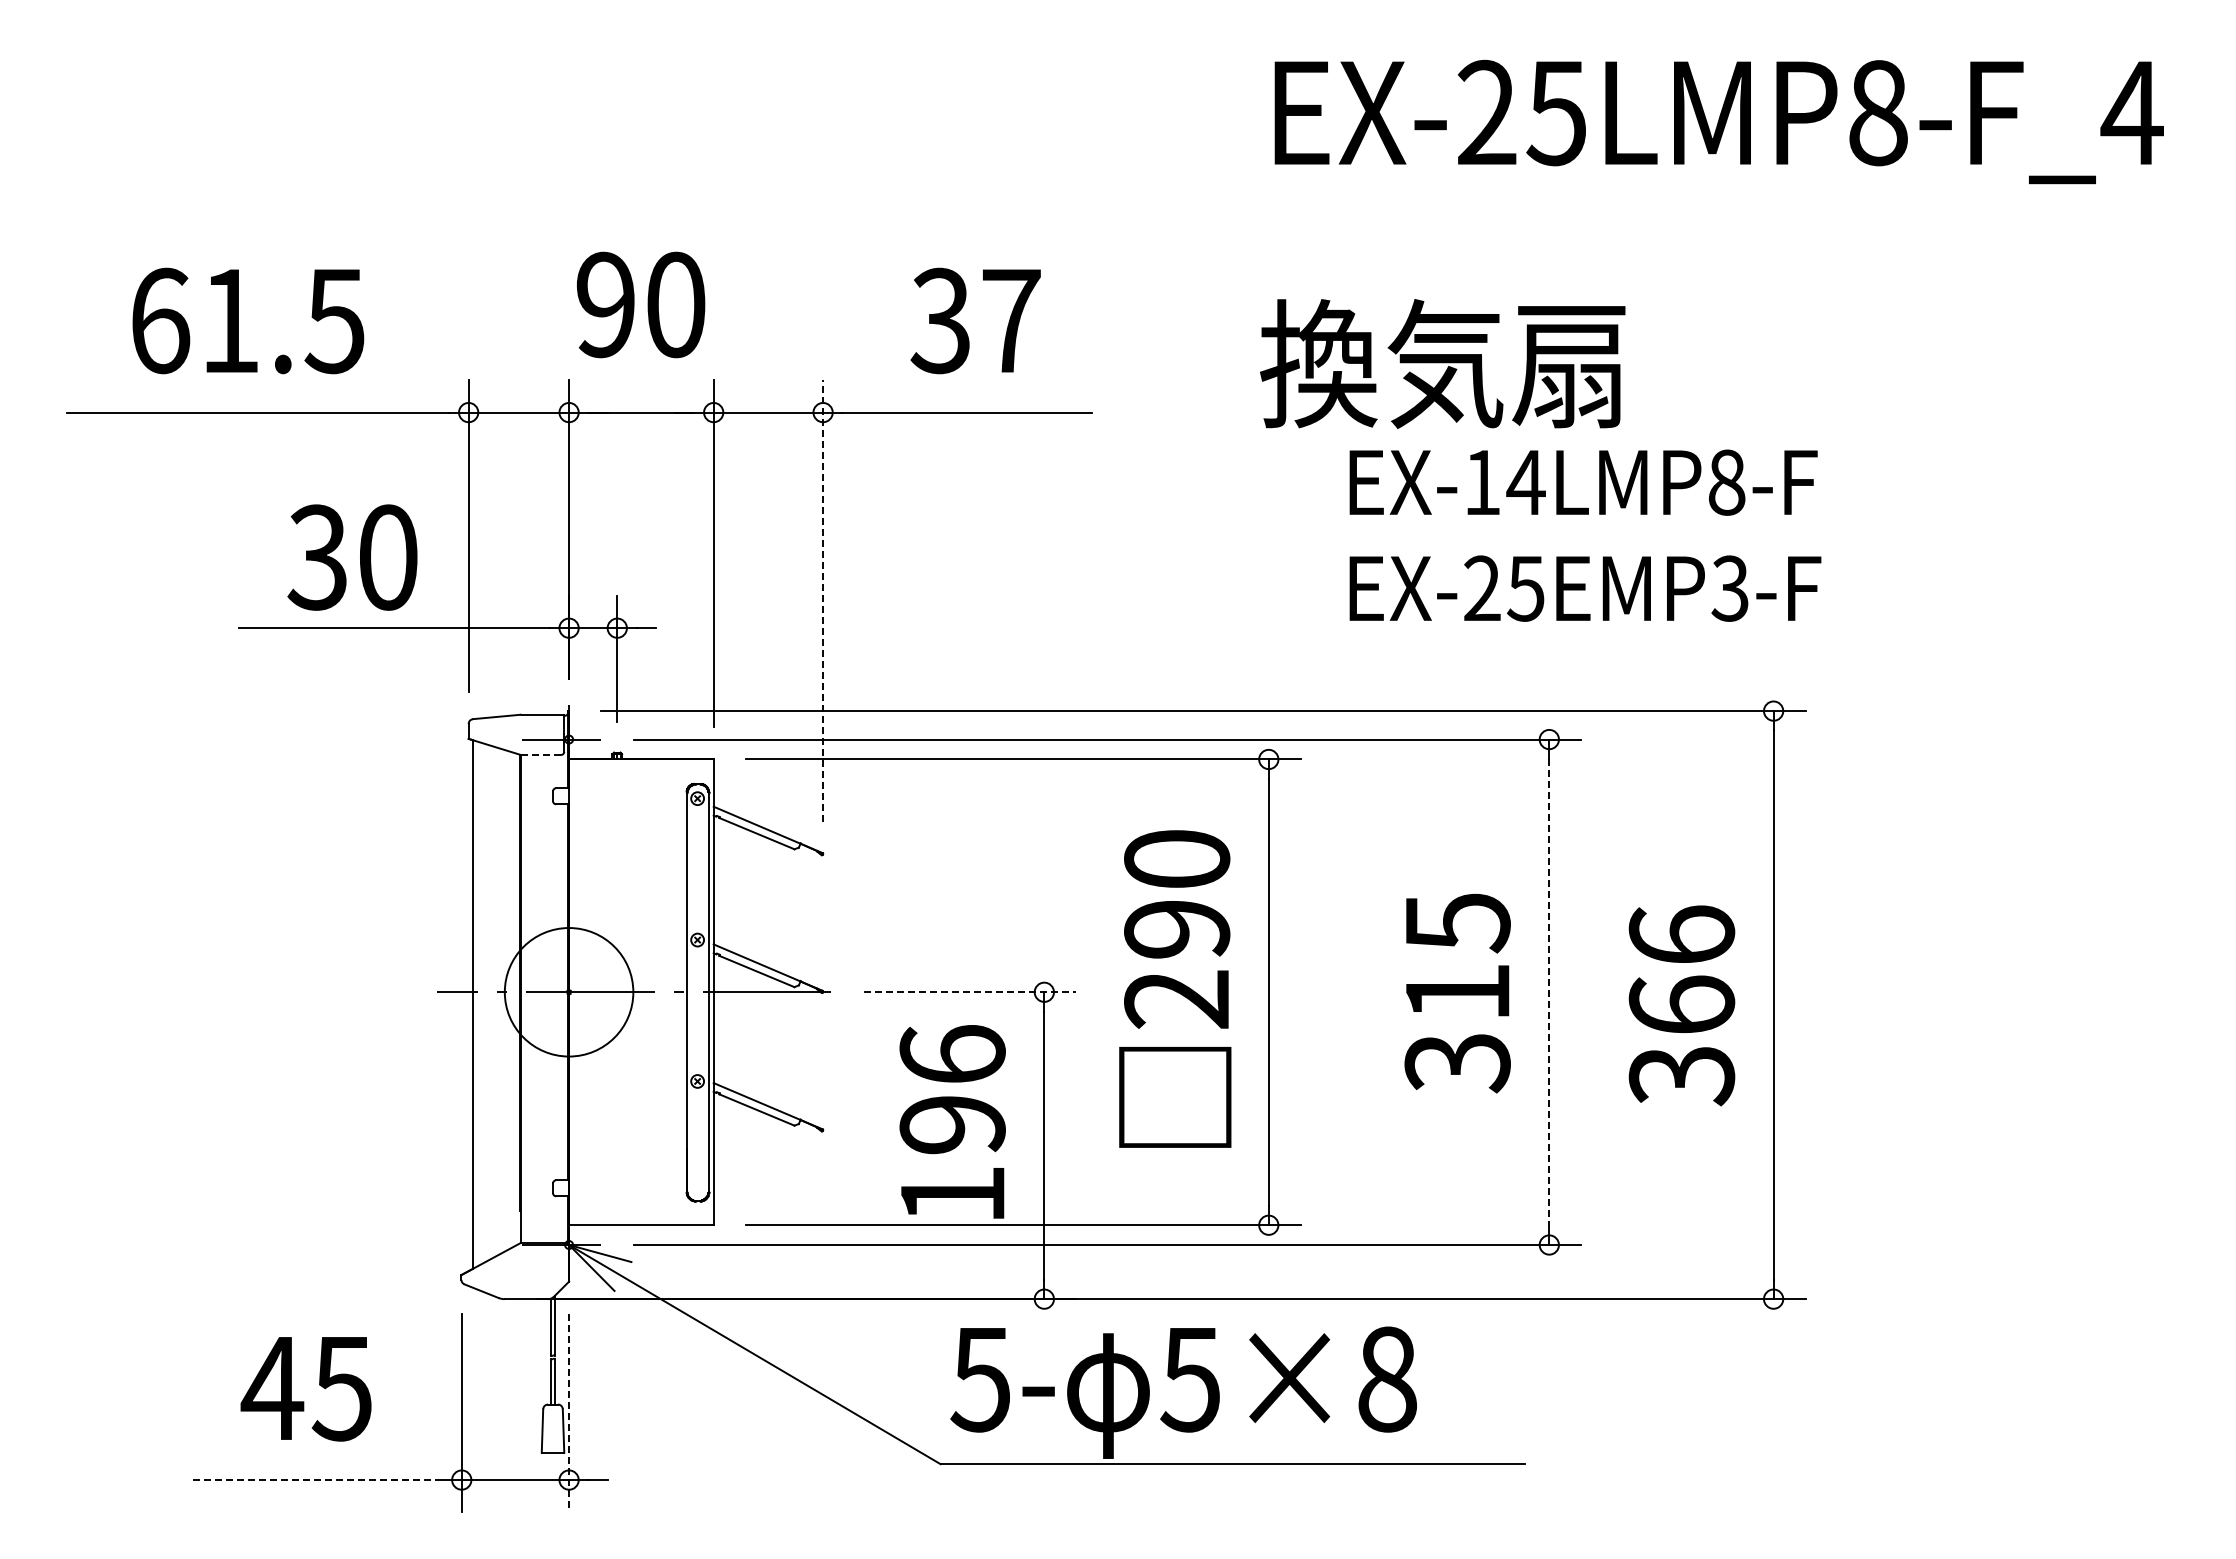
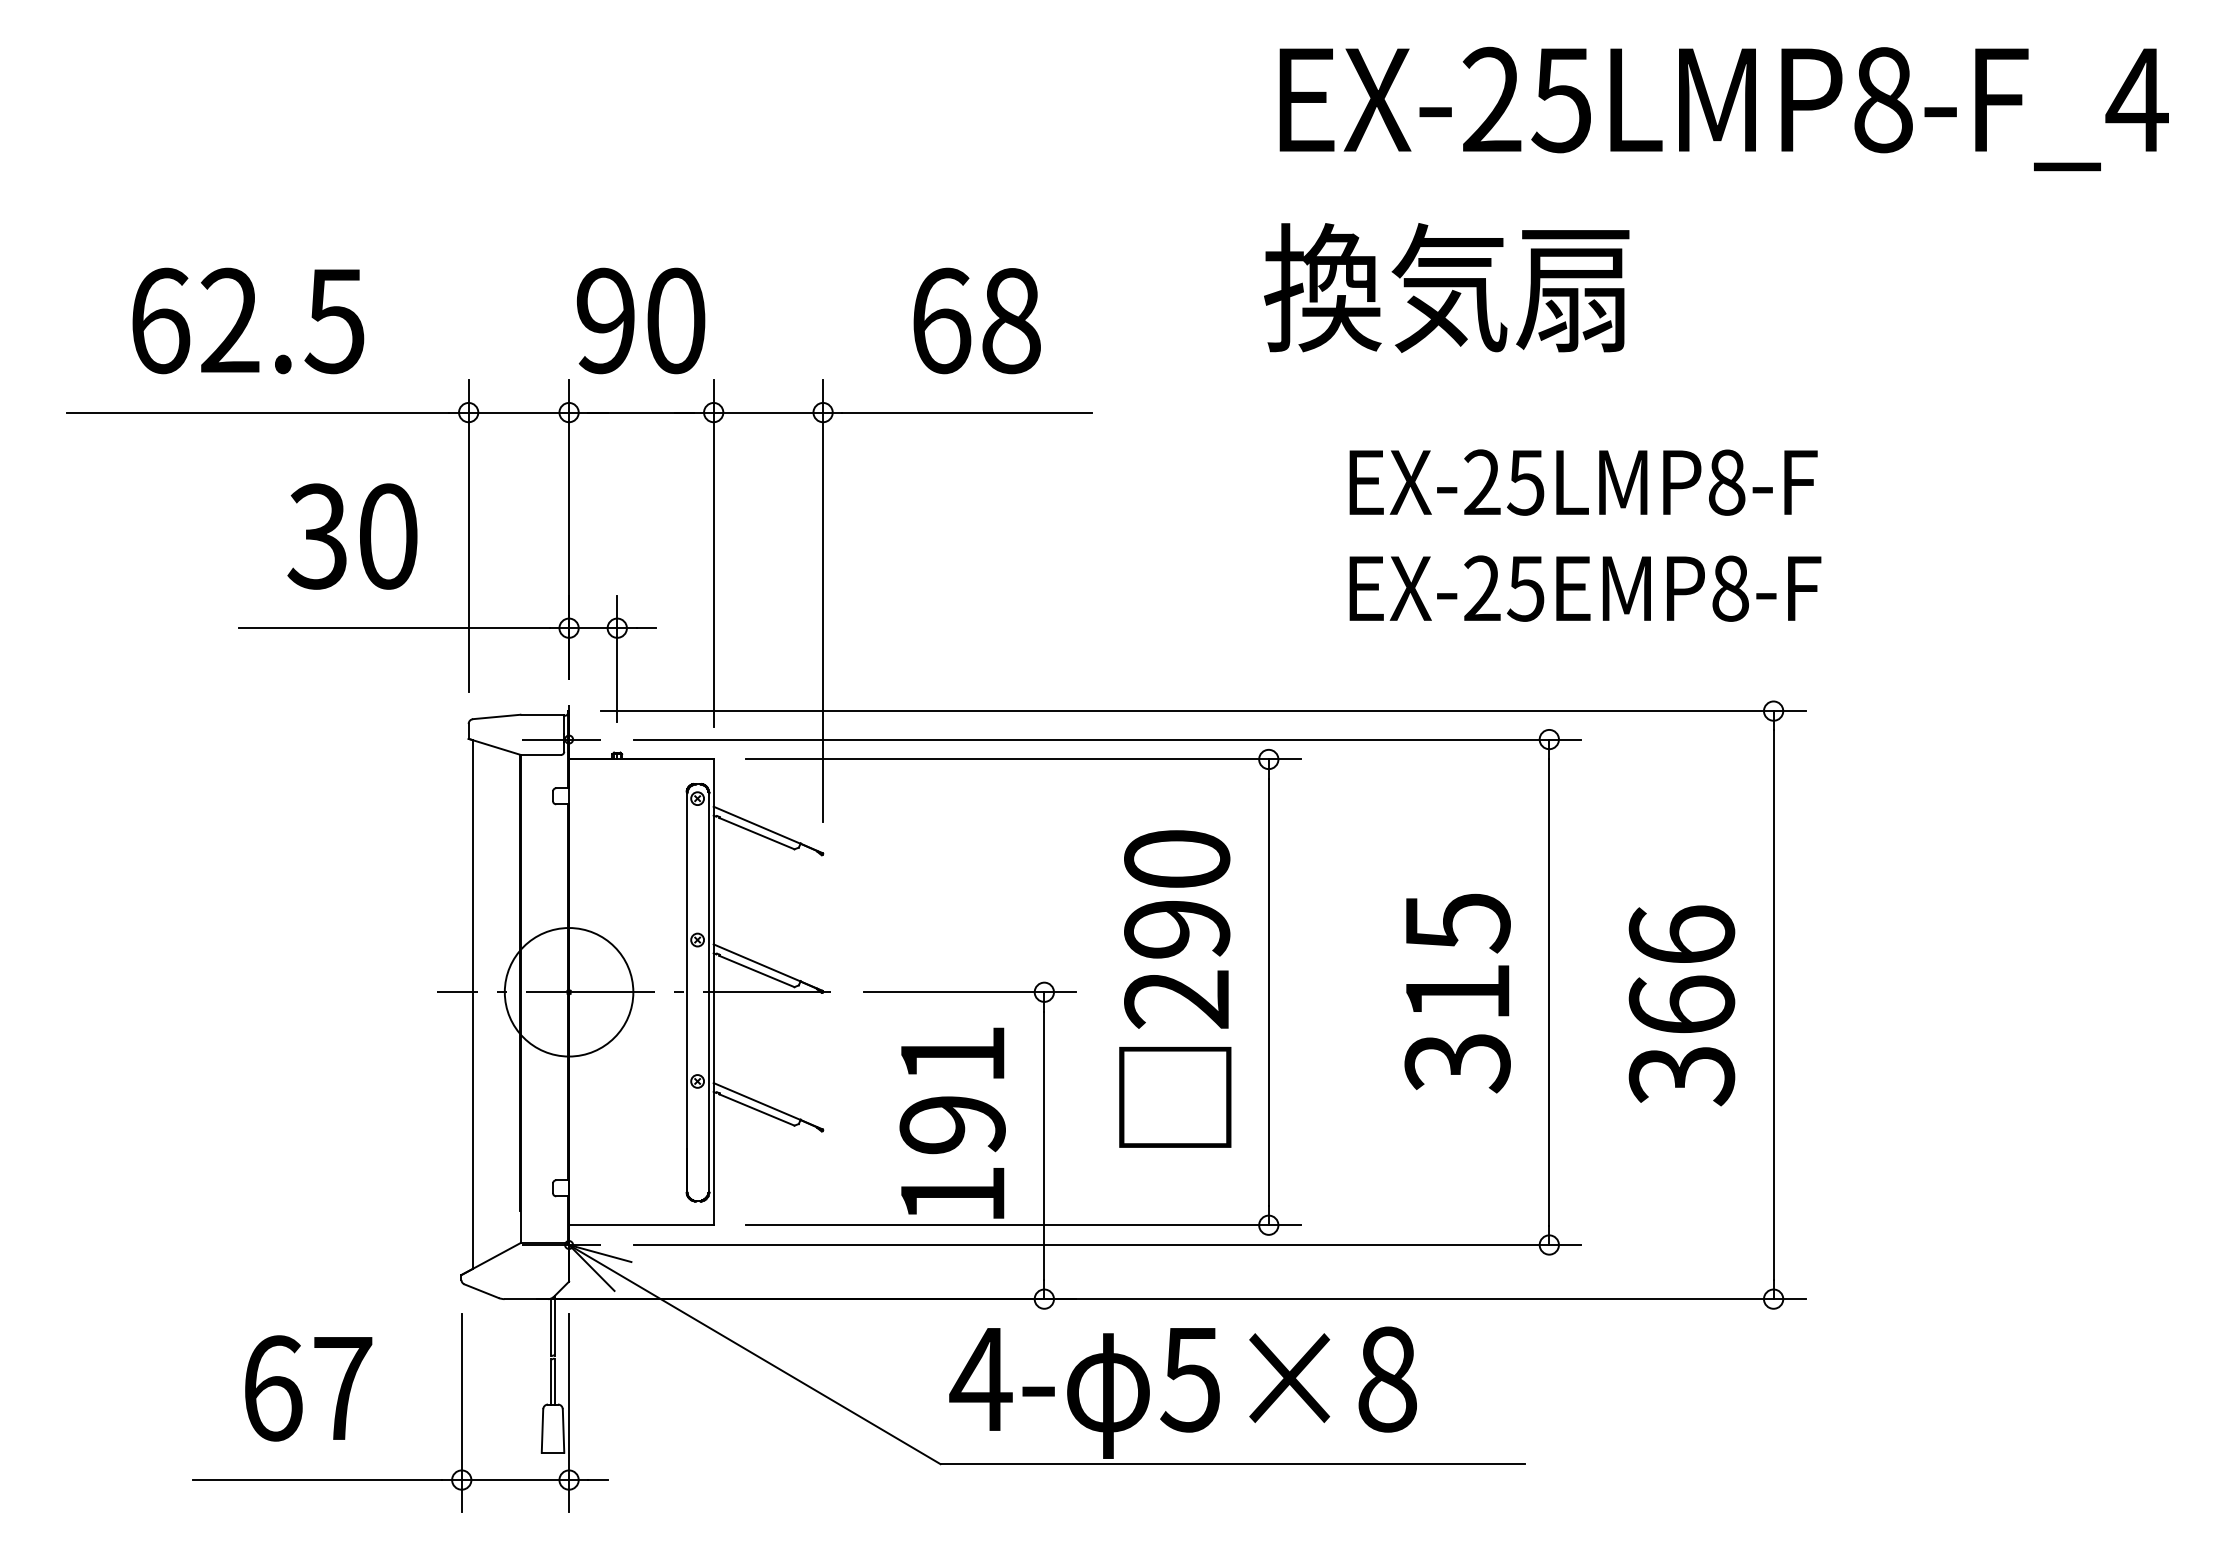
text at (1718, 121) position: (1718, 121) -> (1723, 108)
text at (641, 304) position: (641, 304) -> (641, 320)
text at (230, 319): 61.5 -> 62.5
text at (975, 320): 37 -> 68
text at (1442, 363) position: (1442, 363) -> (1446, 287)
text at (1504, 482): EX-14LMP8-F -> EX-25LMP8-F
text at (352, 557) position: (352, 557) -> (352, 536)
text at (1729, 588): EX-25EMP3-F -> EX-25EMP8-F
line at (823, 601): dashed -> solid
line at (540, 754): dashed -> solid
line at (970, 992): dashed -> solid
line at (1549, 992): dashed -> solid
text at (952, 1053): 196 -> 191
text at (980, 1380): 5- -> 4-
text at (306, 1388): 45 -> 67
line at (569, 1413): dashed -> solid
line at (317, 1480): dashed -> solid
